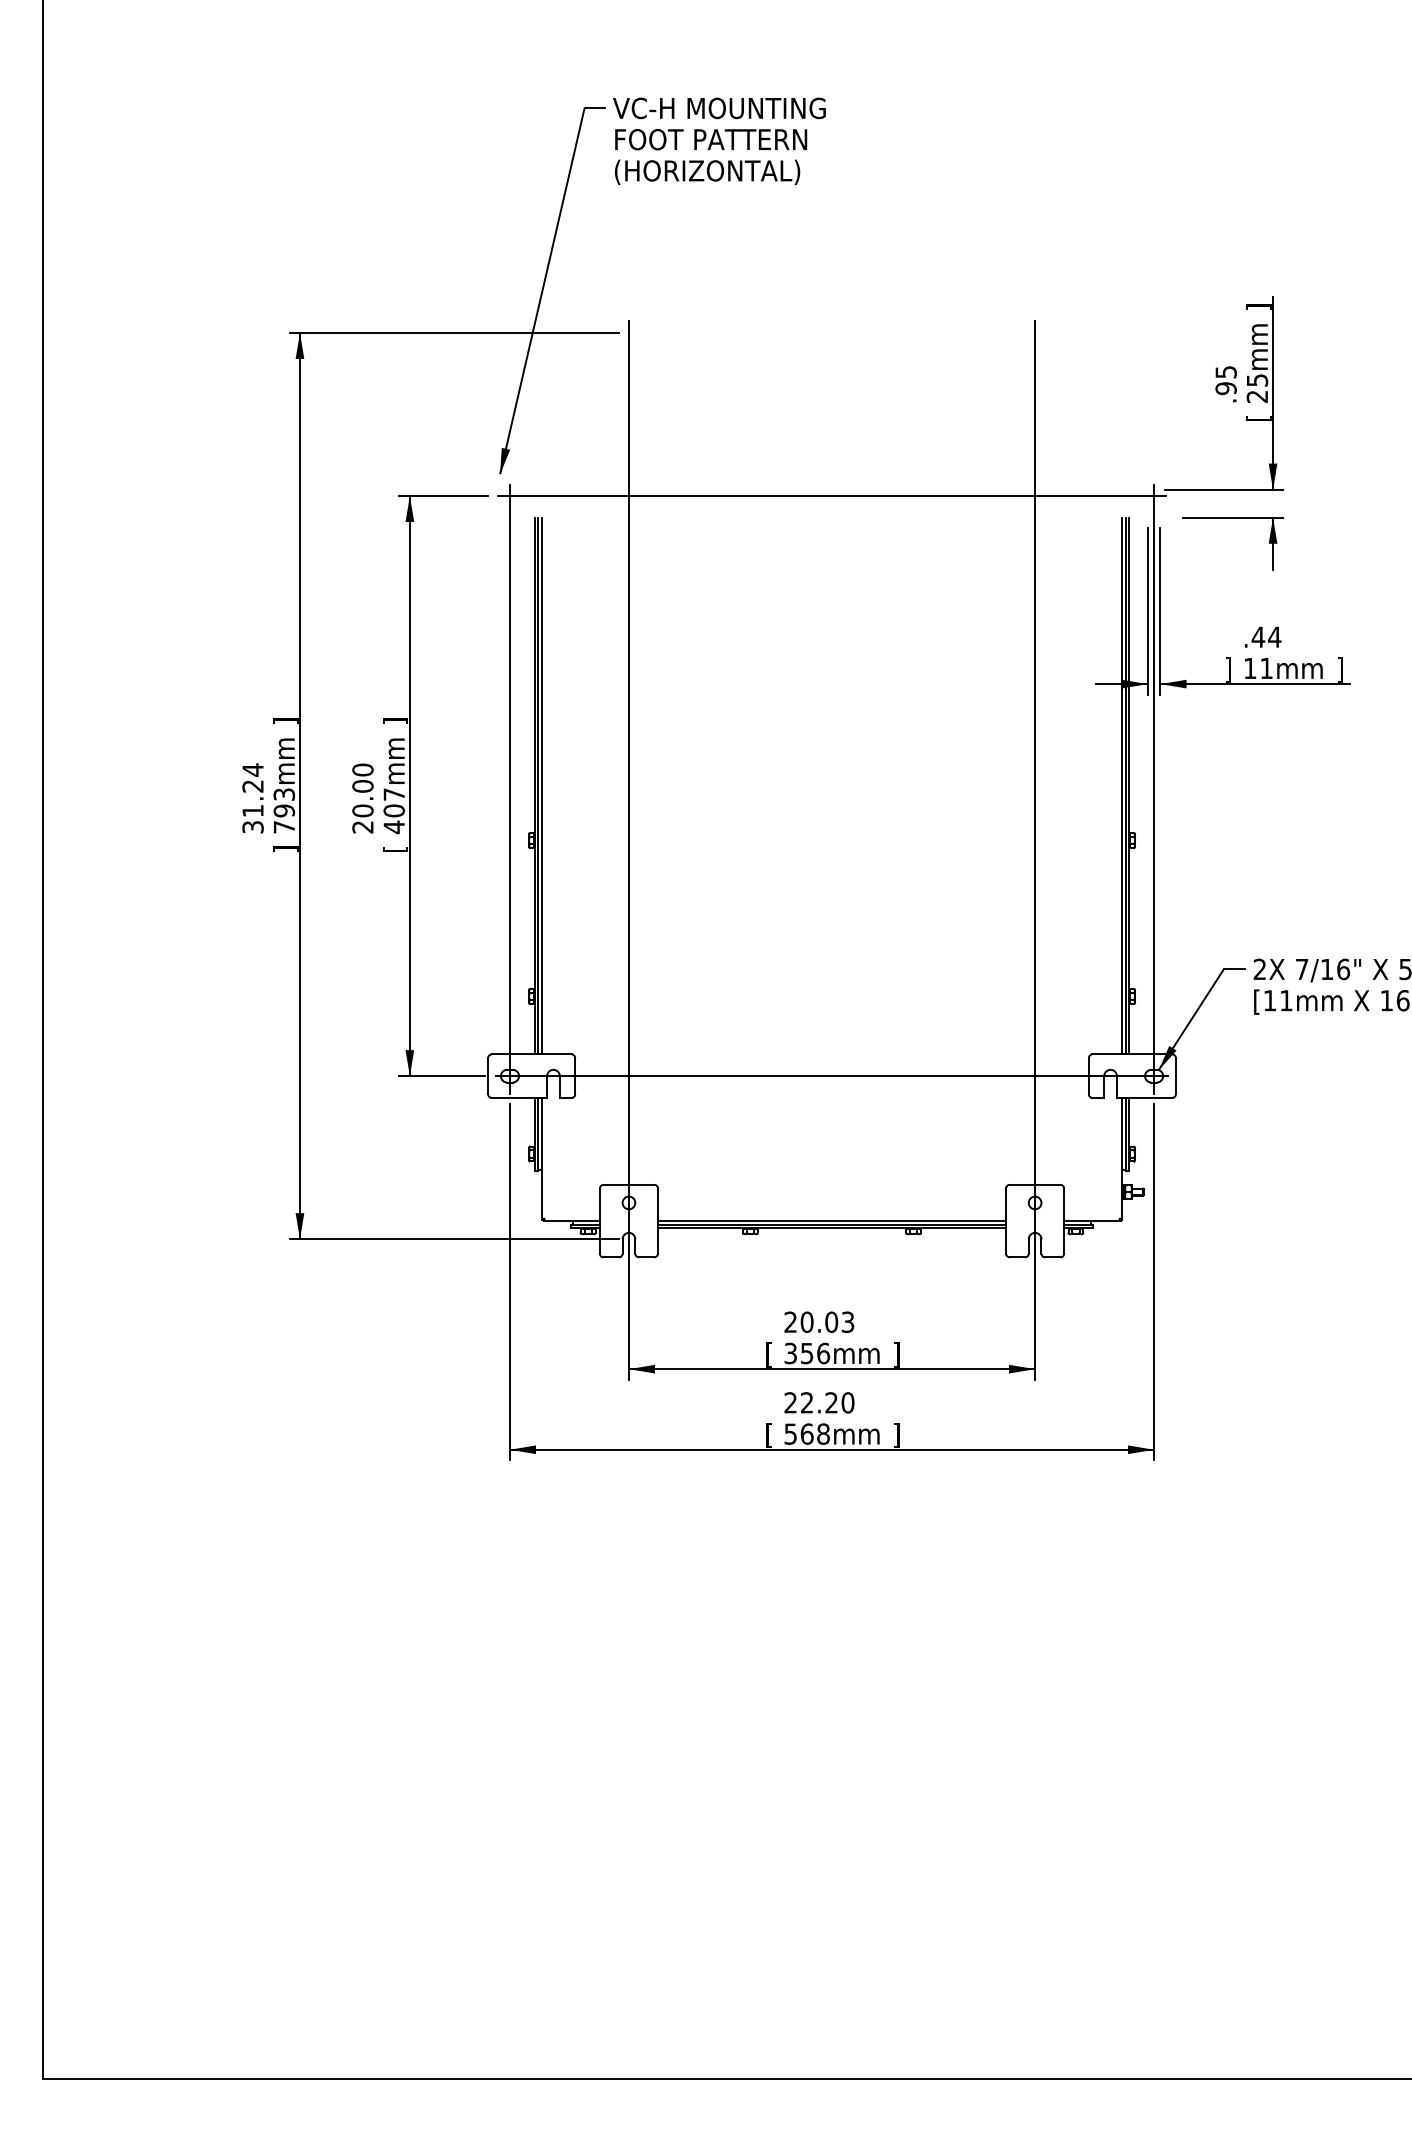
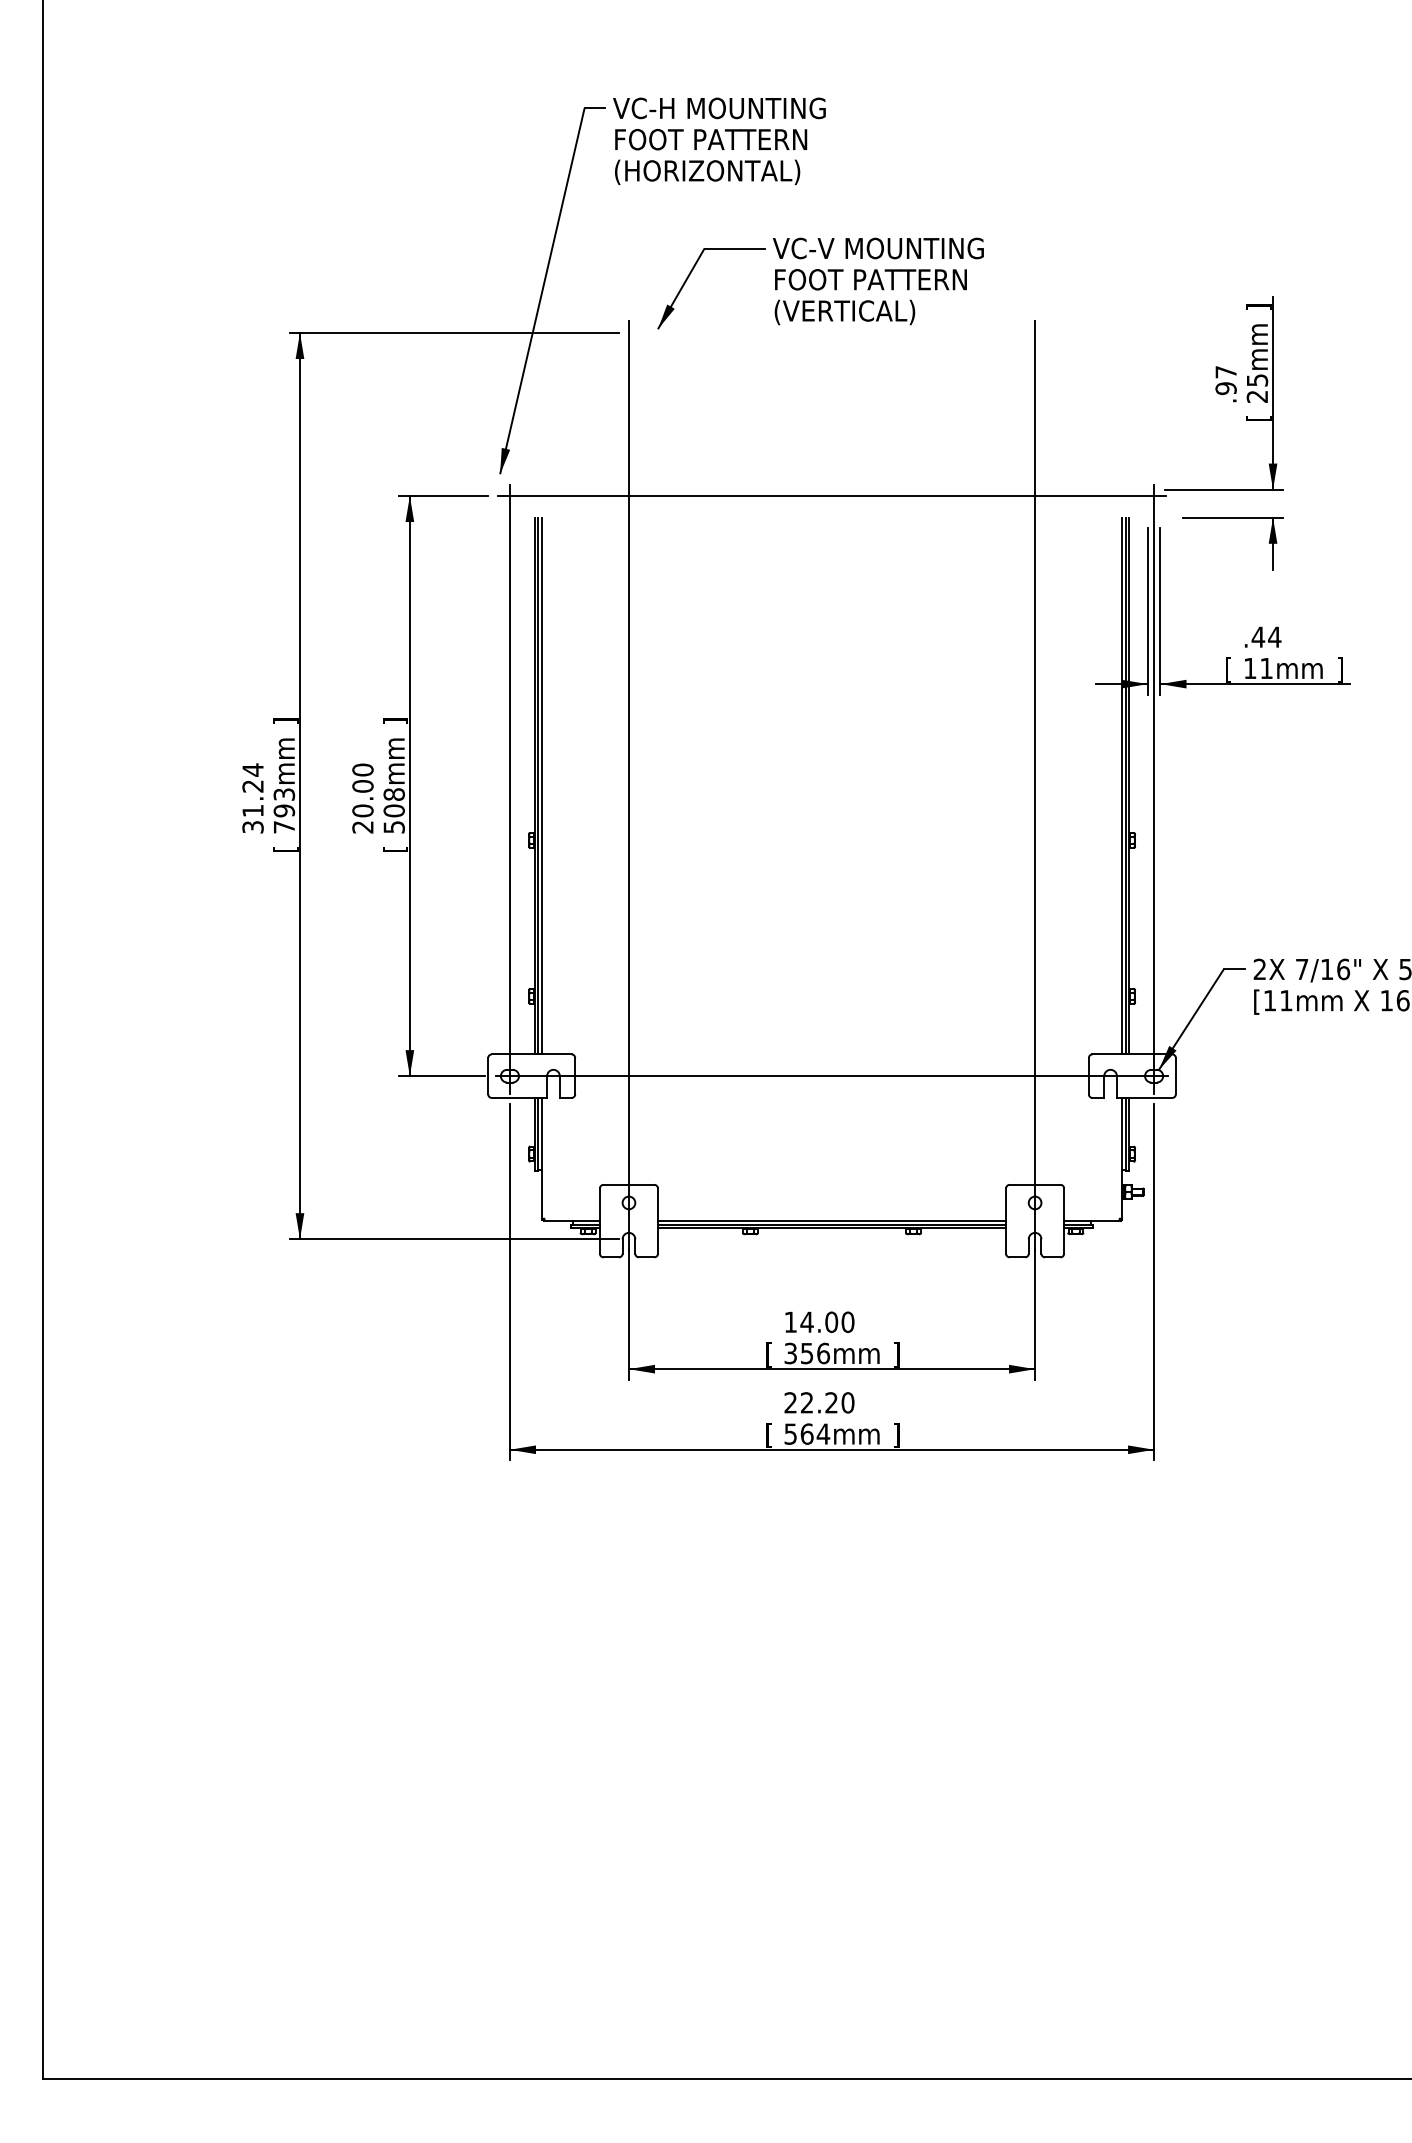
part at (820, 283): none -> present
text at (1225, 372): .95 -> .97
text at (1228, 669): ] -> [
text at (393, 811): 407mm -> 508mm
text at (285, 848): ] -> [
text at (819, 1321): 20.03 -> 14.00
text at (823, 1433): 568mm -> 564mm
